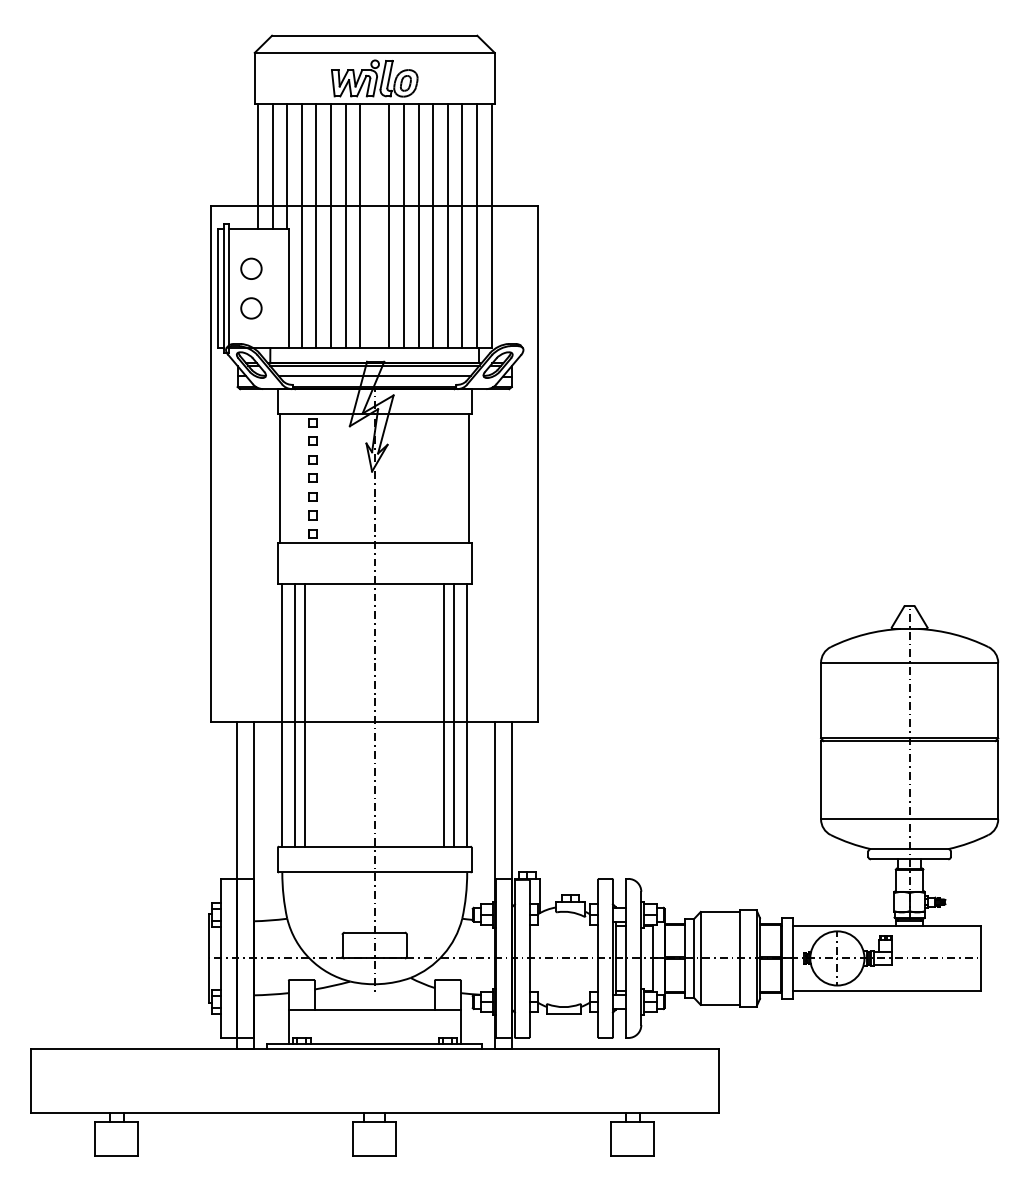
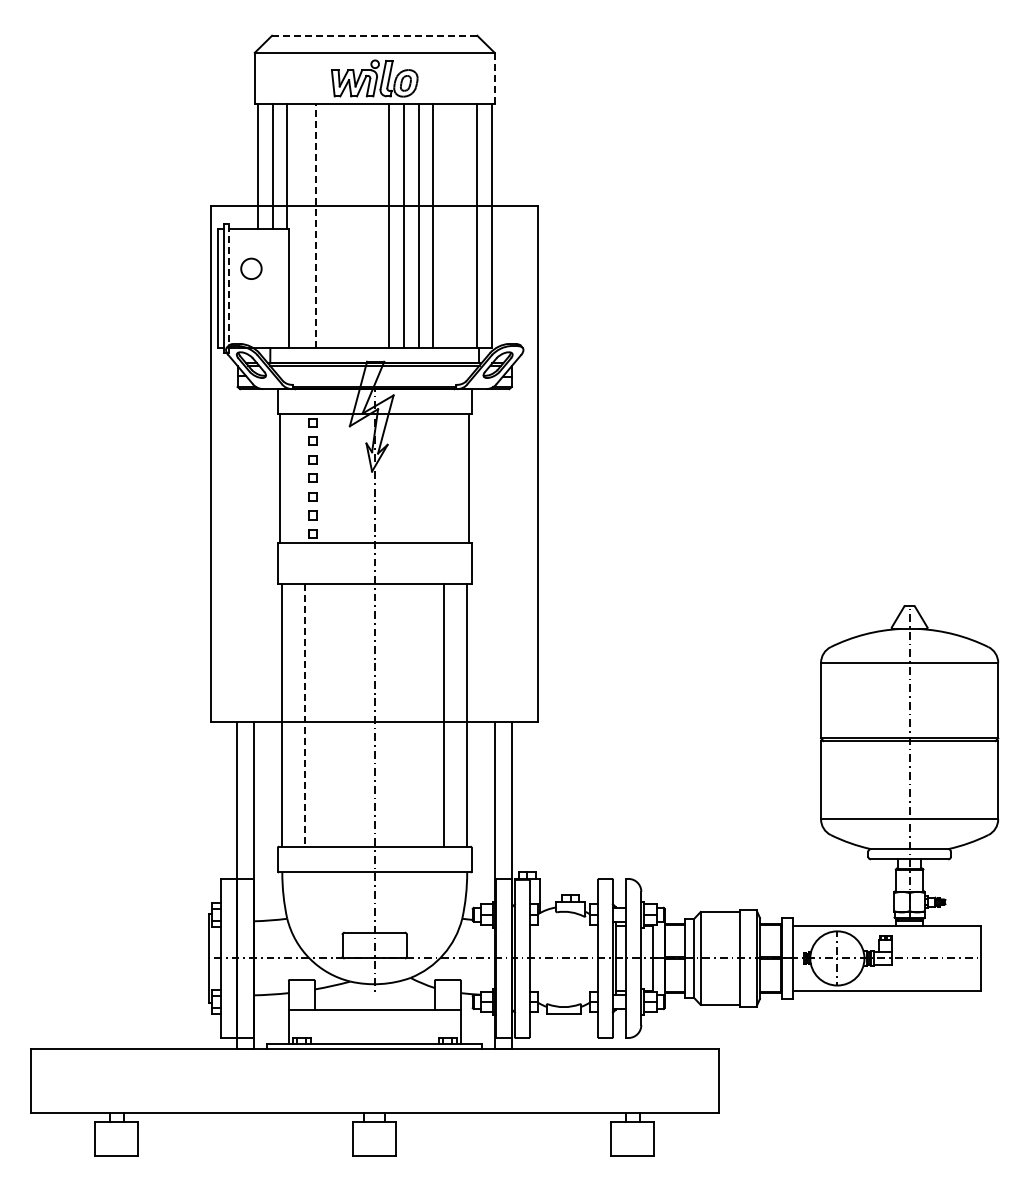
line at (374, 35): solid -> dashed
line at (494, 78): solid -> dashed
line at (301, 225): present -> none
line at (330, 225): present -> none
line at (345, 225): present -> none
line at (360, 225): present -> none
line at (447, 225): present -> none
line at (462, 225): present -> none
line at (316, 226): solid -> dashed
line at (229, 288): solid -> dashed
circle at (251, 308): present -> none
line at (374, 376): present -> none
line at (295, 714): present -> none
line at (454, 714): present -> none
line at (305, 715): solid -> dashed
